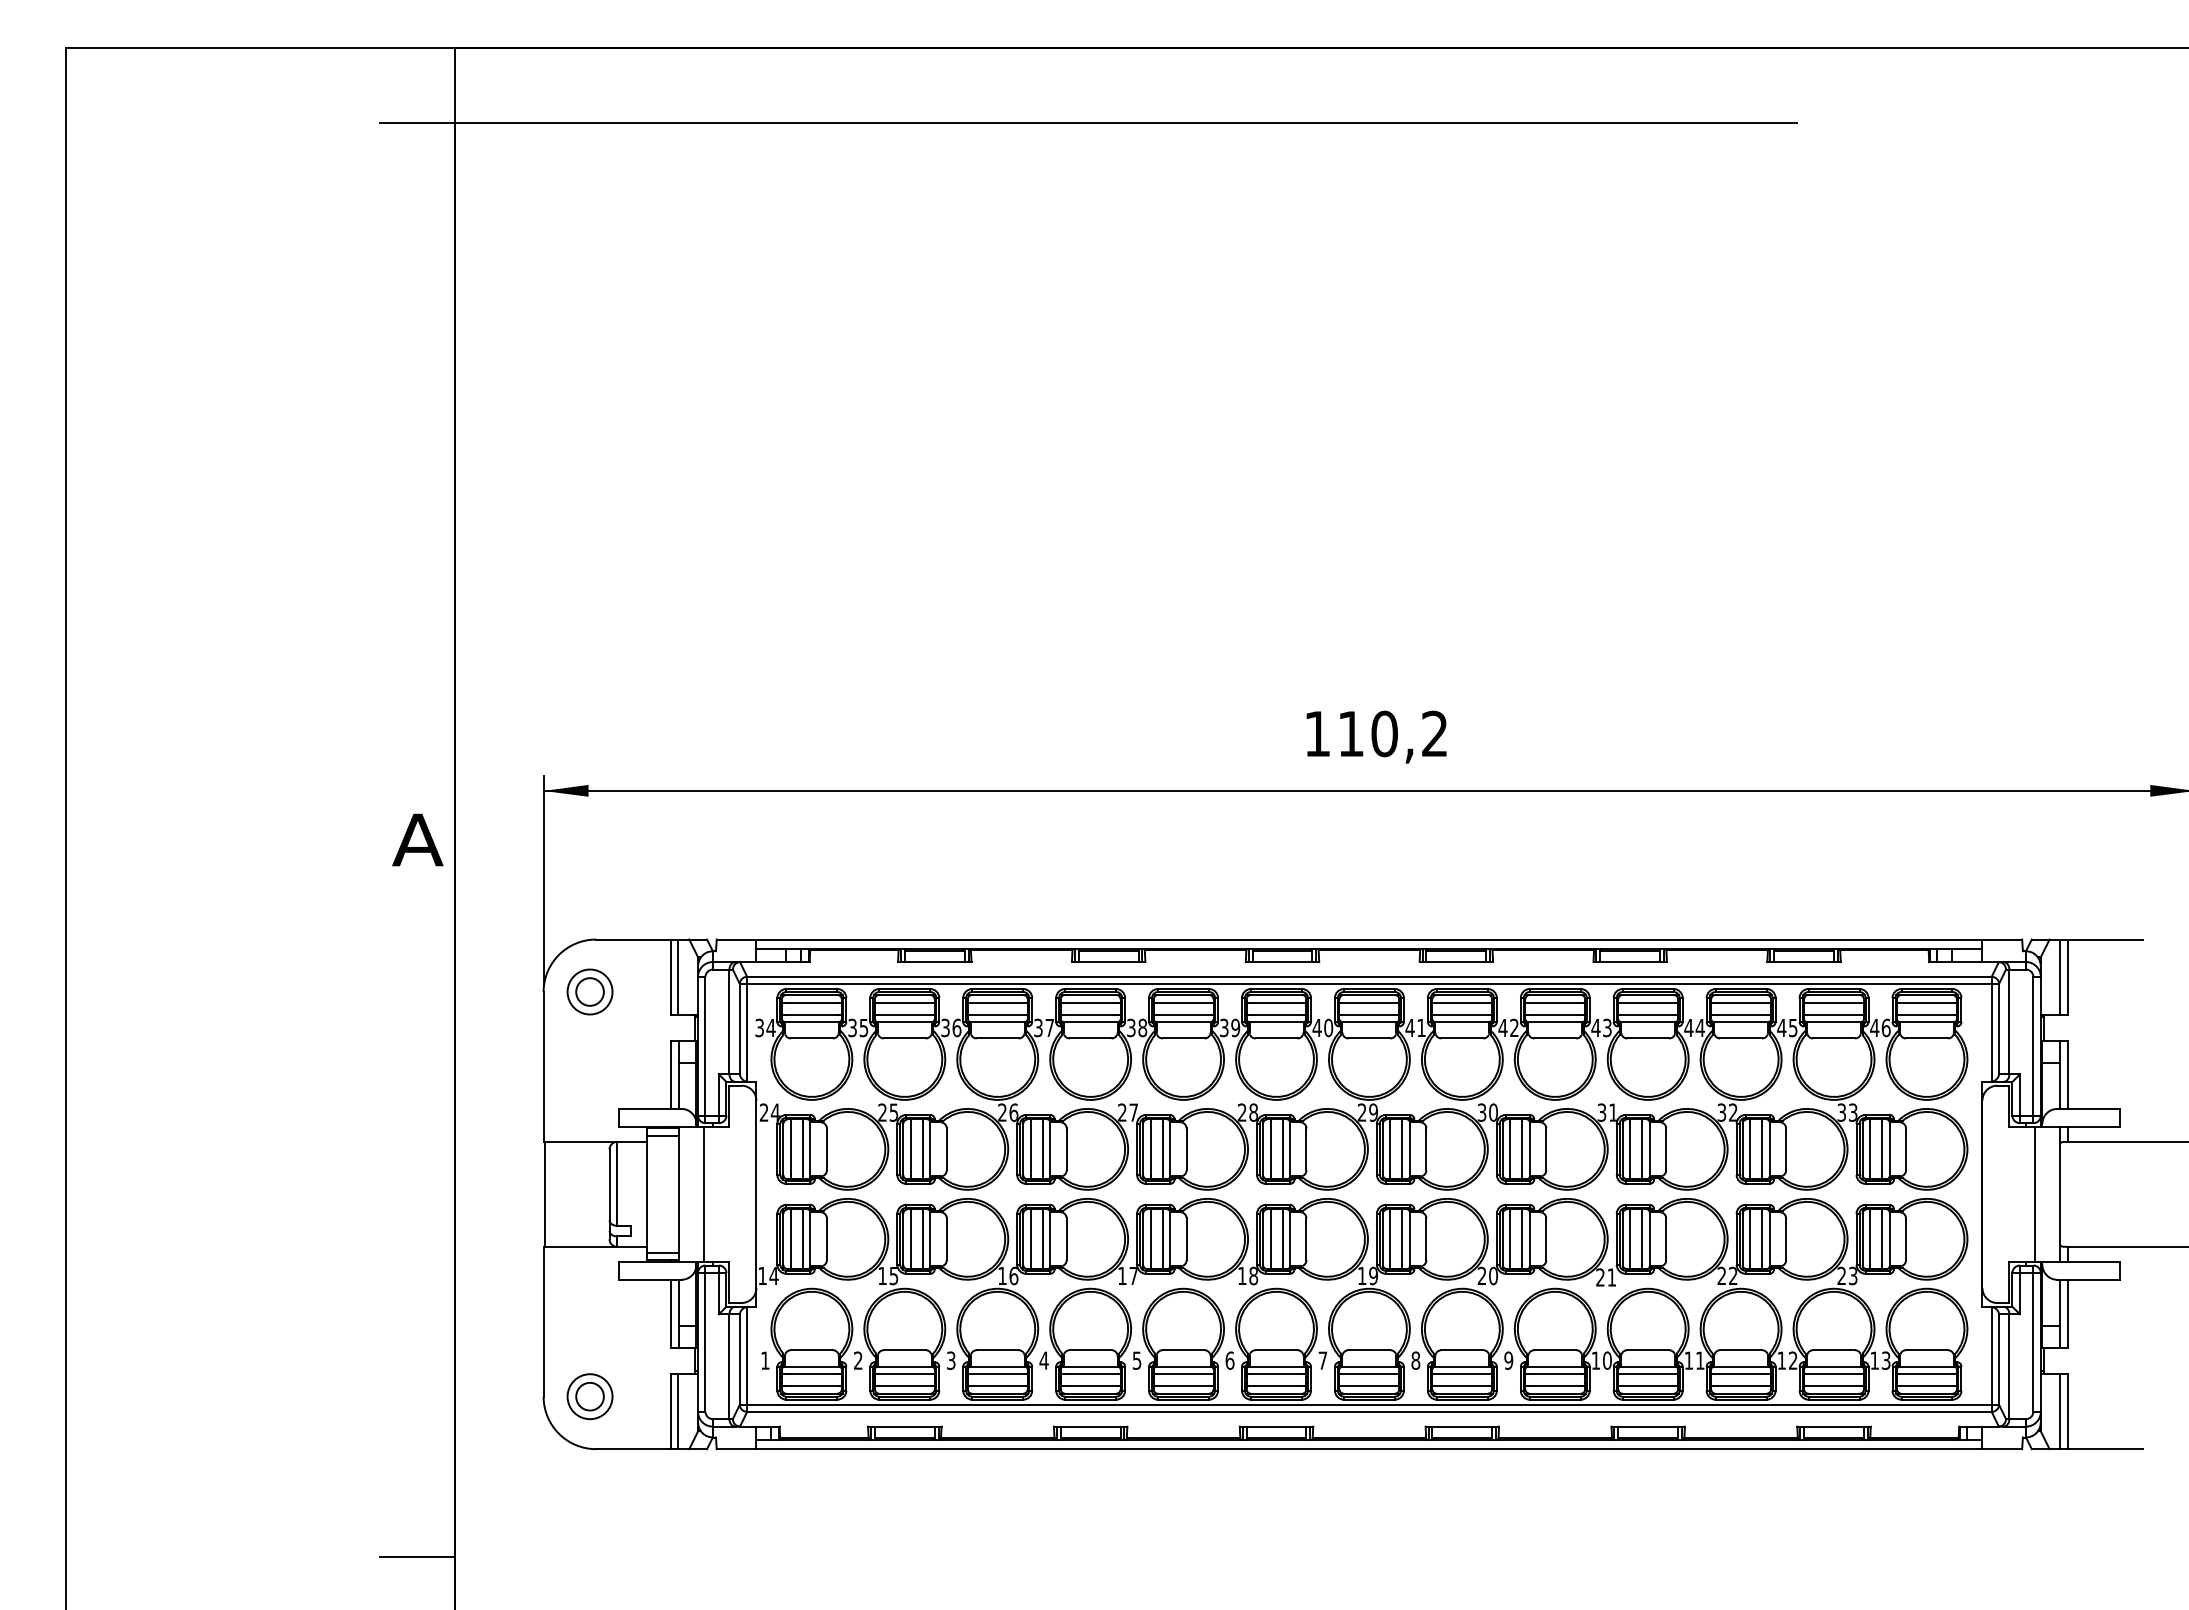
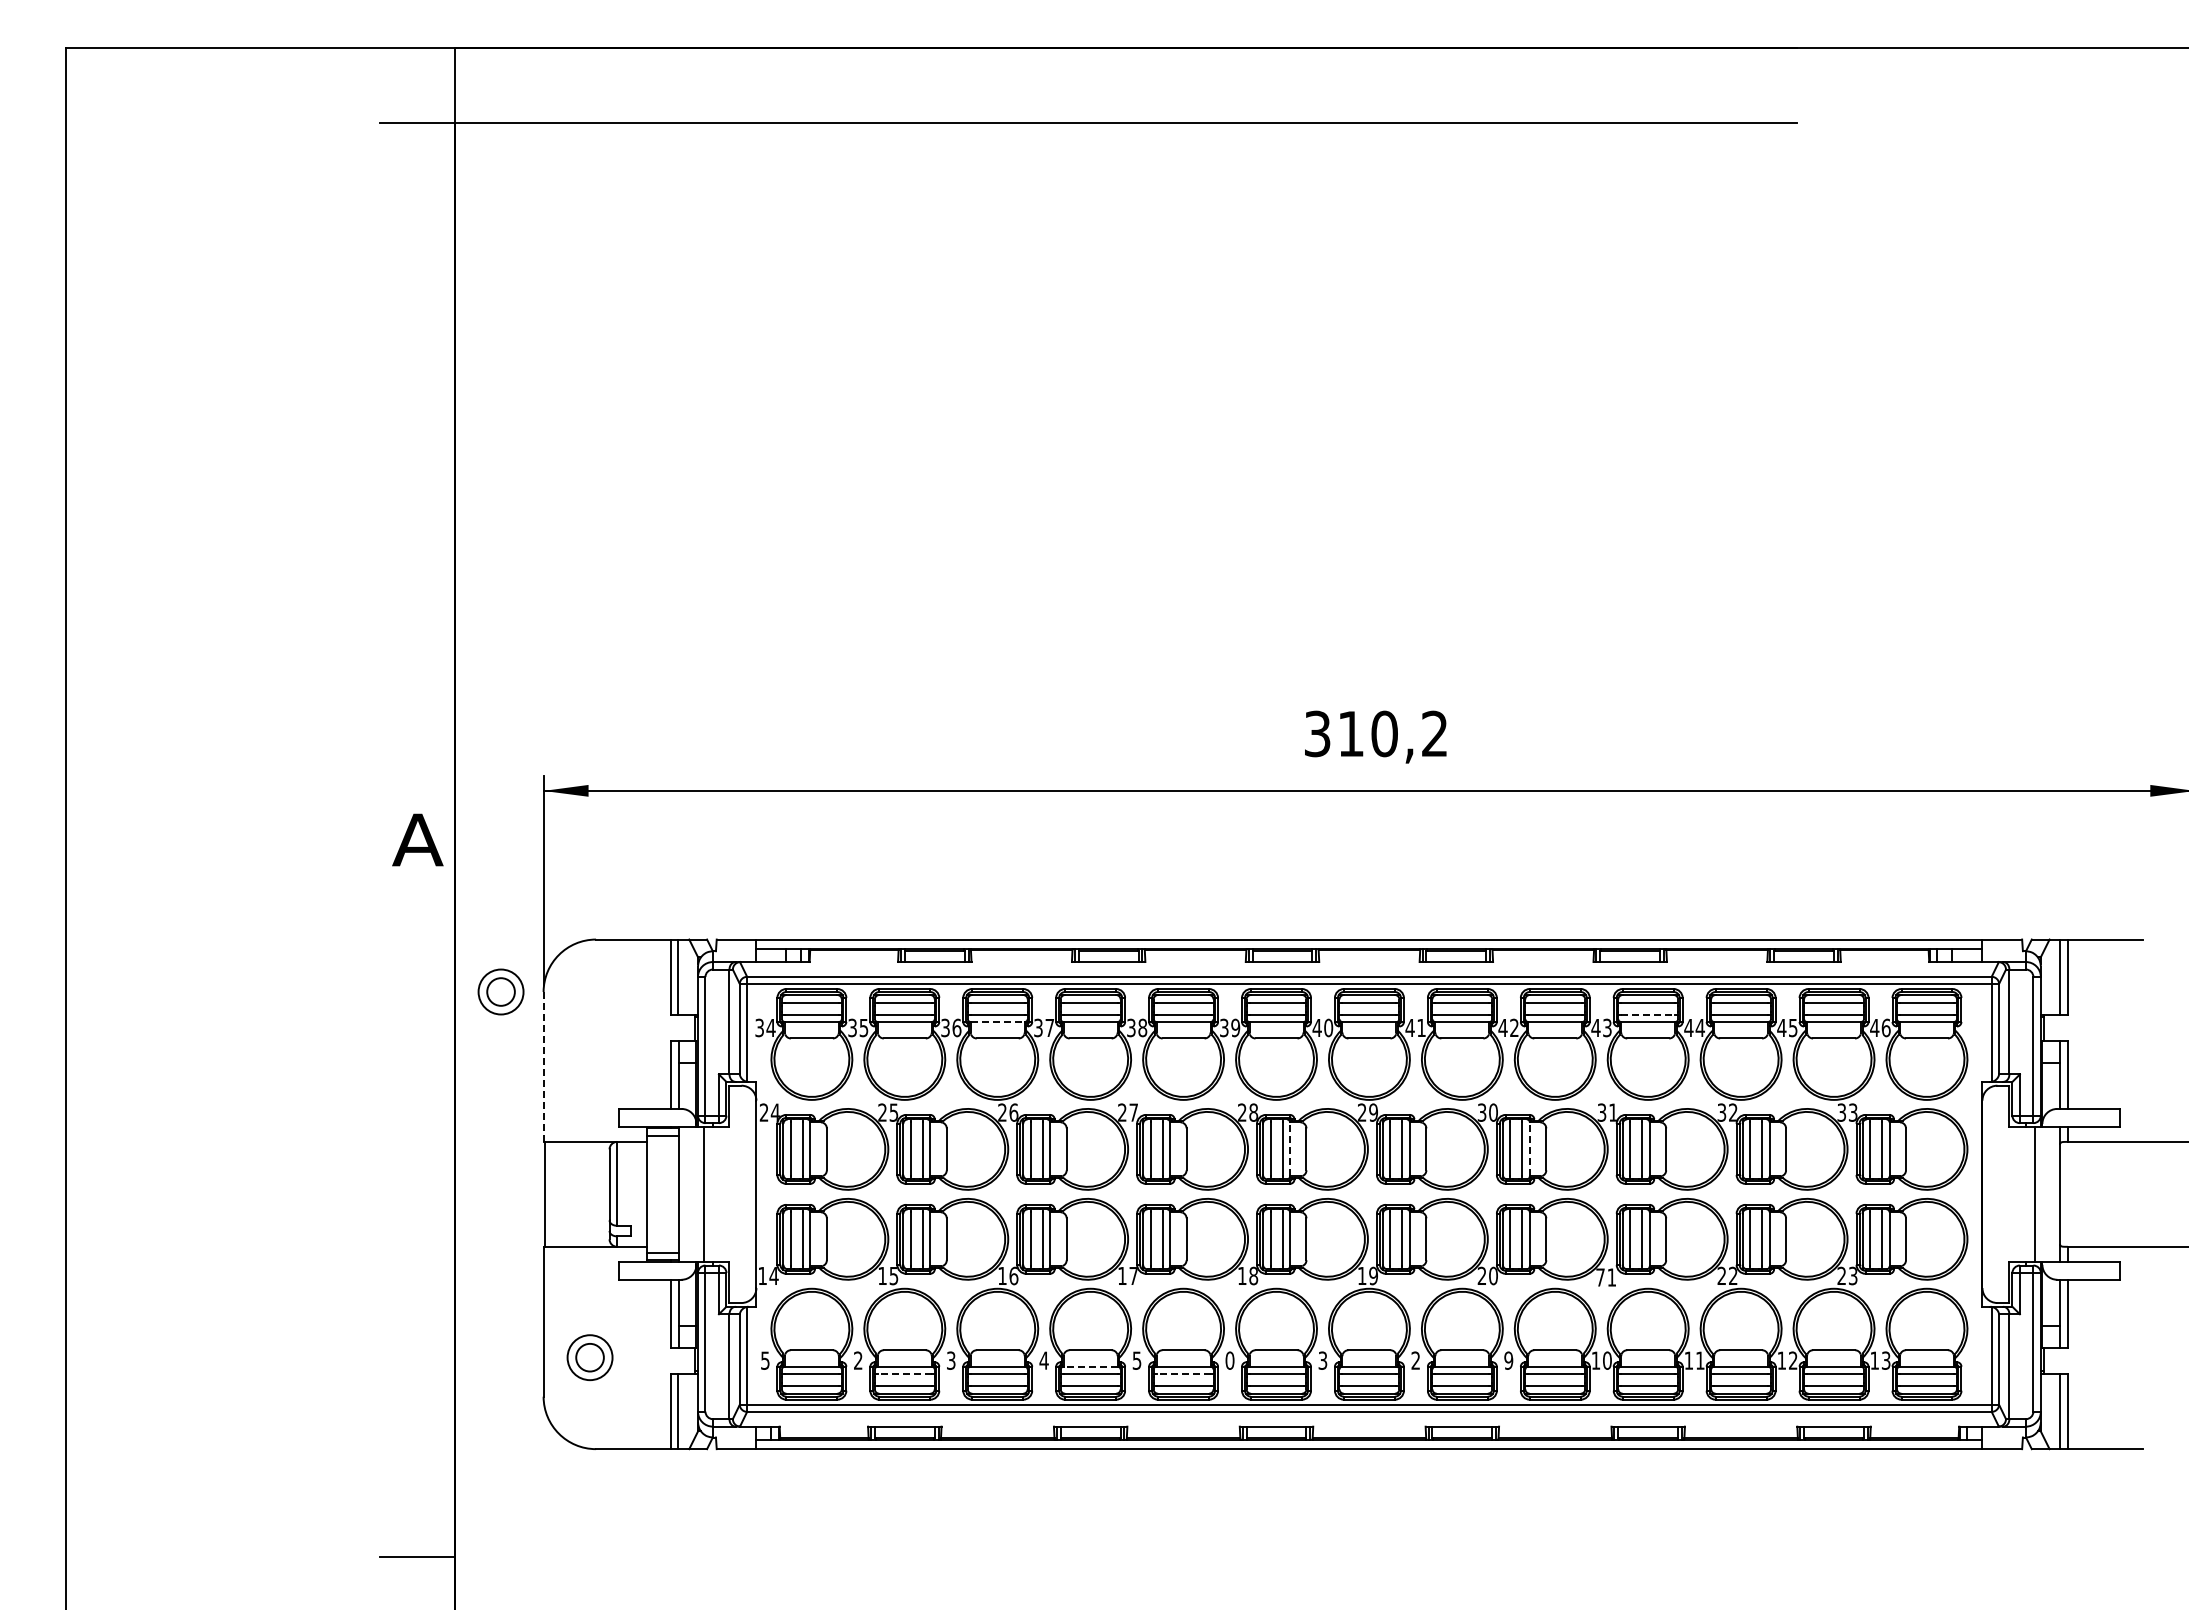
text at (1317, 733): 110,2 -> 310,2
part at (589, 991) position: (589, 991) -> (500, 991)
line at (1648, 1014): solid -> dashed
line at (997, 1022): solid -> dashed
line at (543, 1066): solid -> dashed
line at (1290, 1149): solid -> dashed
line at (1529, 1149): solid -> dashed
text at (1600, 1277): 21 -> 71
text at (765, 1360): 1 -> 5
text at (1229, 1360): 6 -> 0
text at (1322, 1360): 7 -> 3
text at (1415, 1360): 8 -> 2
line at (1090, 1366): solid -> dashed
line at (904, 1374): solid -> dashed
line at (1183, 1374): solid -> dashed
part at (589, 1396) position: (589, 1396) -> (589, 1357)
